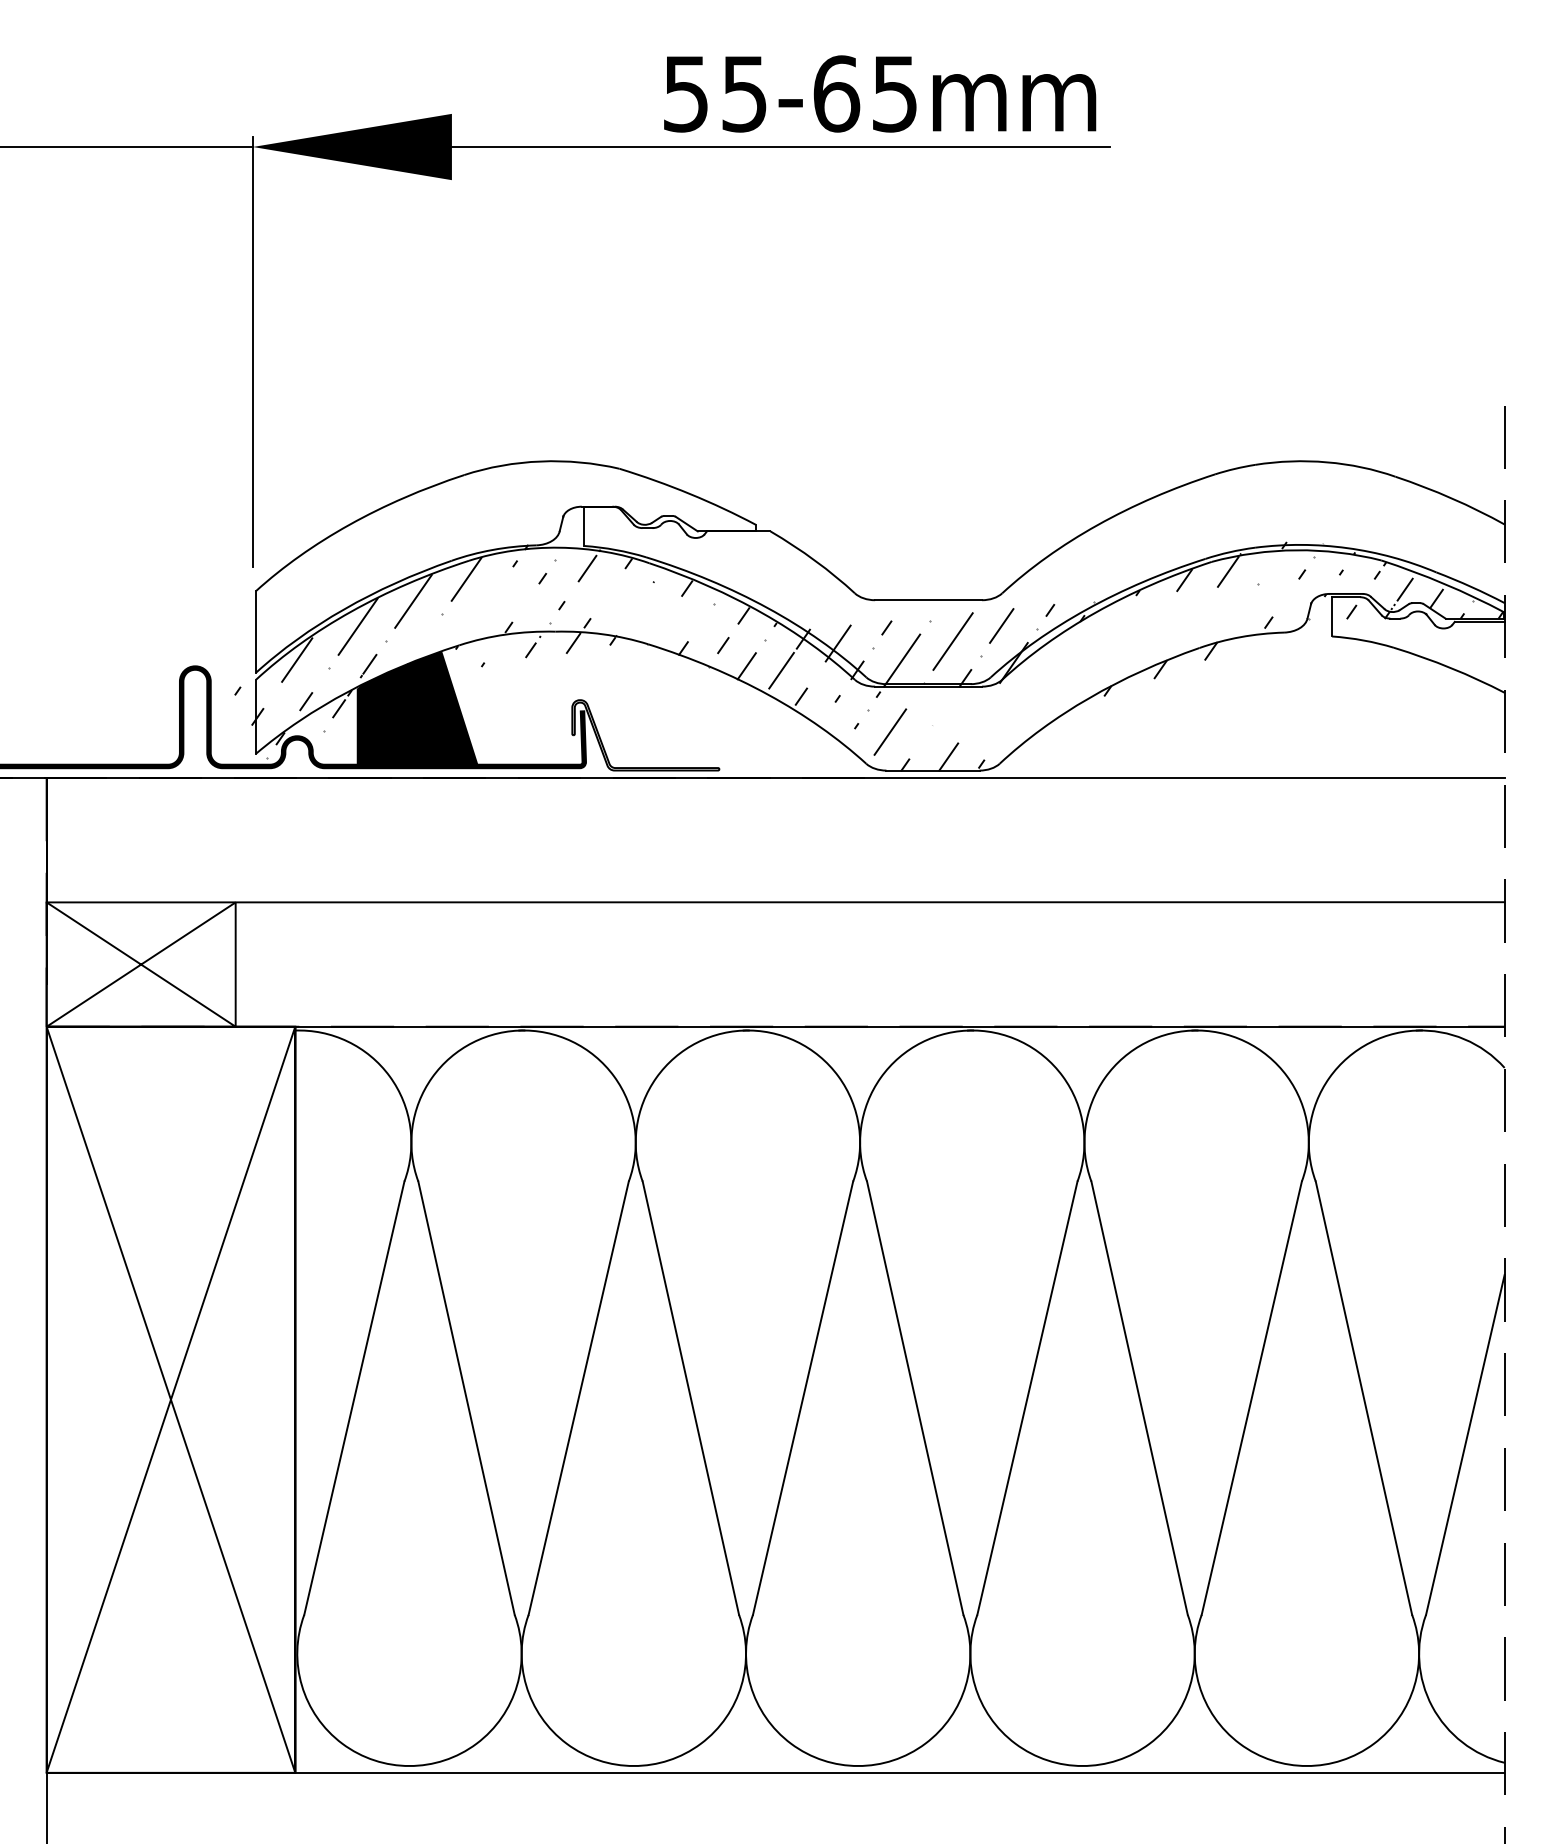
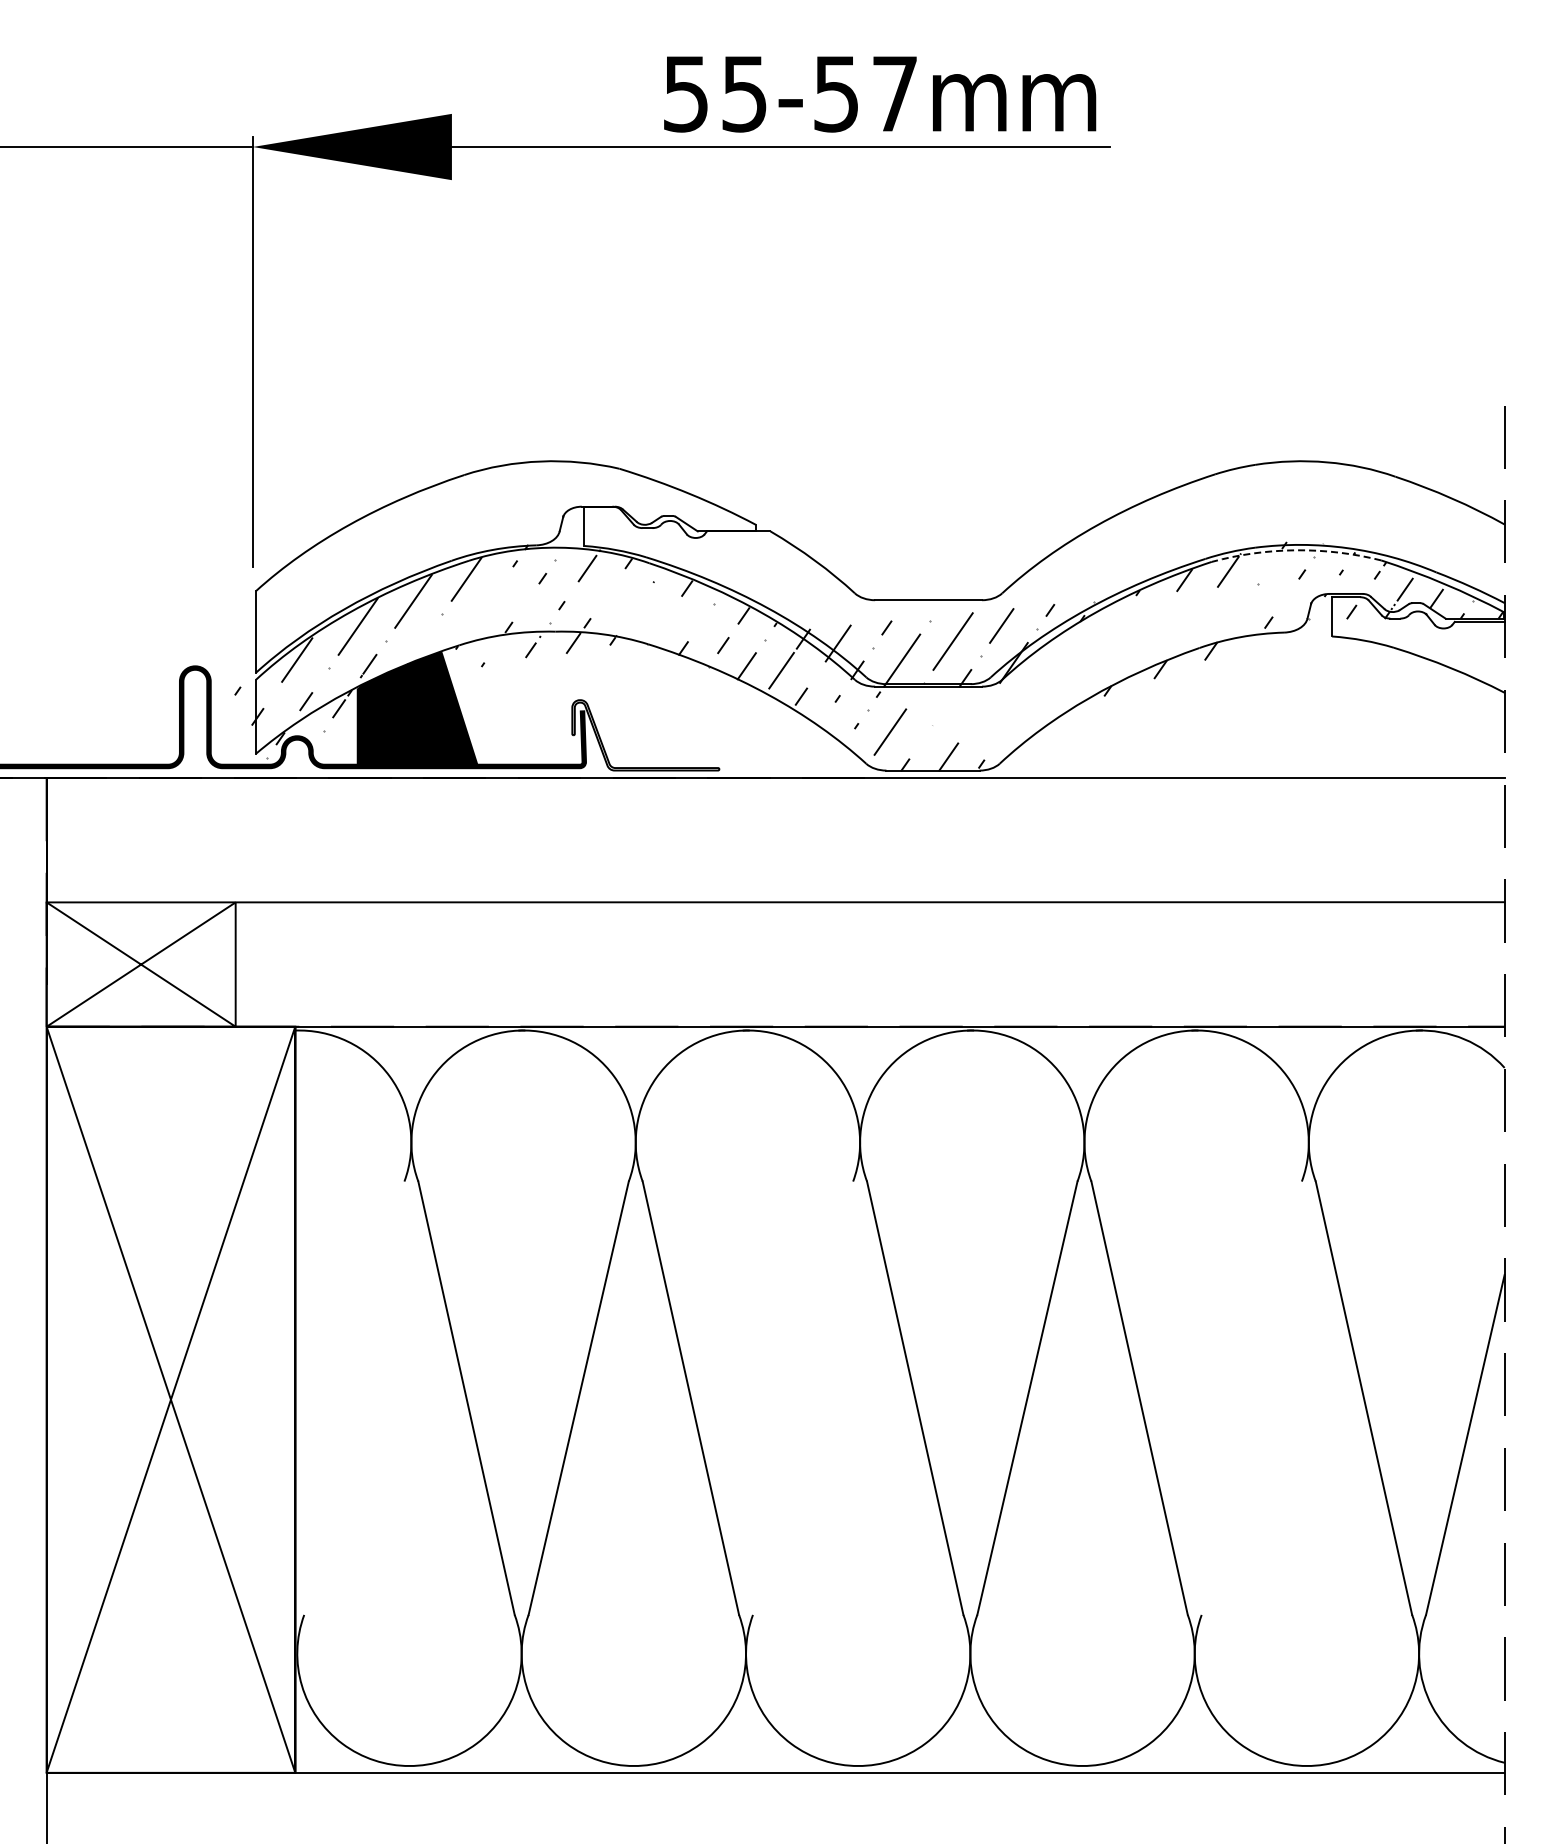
text at (864, 93): 55-65mm -> 55-57mm
arc at (1296, 550): solid -> dashed
line at (354, 1397): present -> none
line at (802, 1397): present -> none
line at (1251, 1397): present -> none
